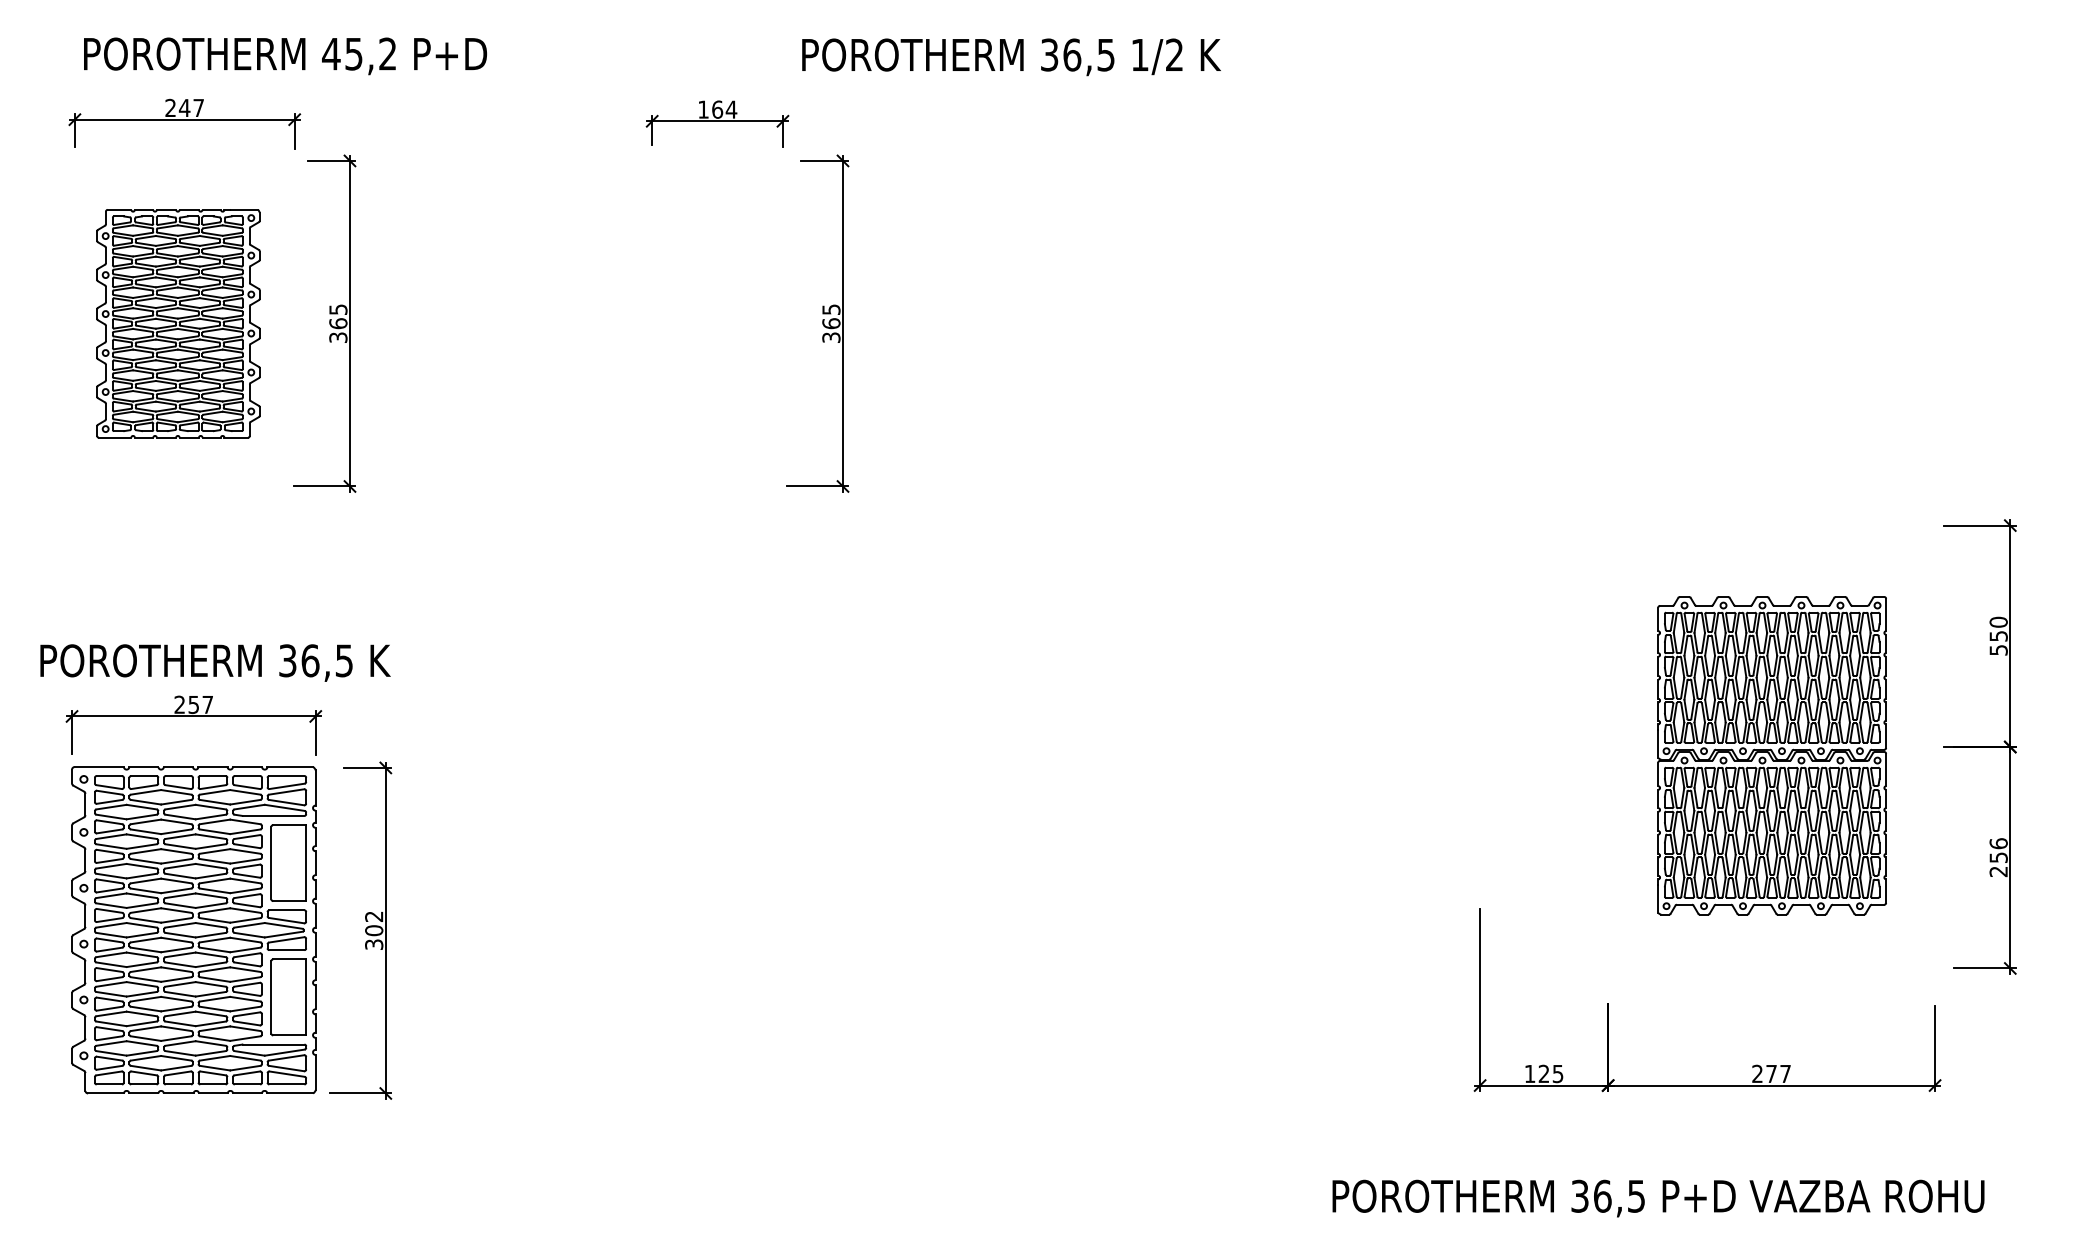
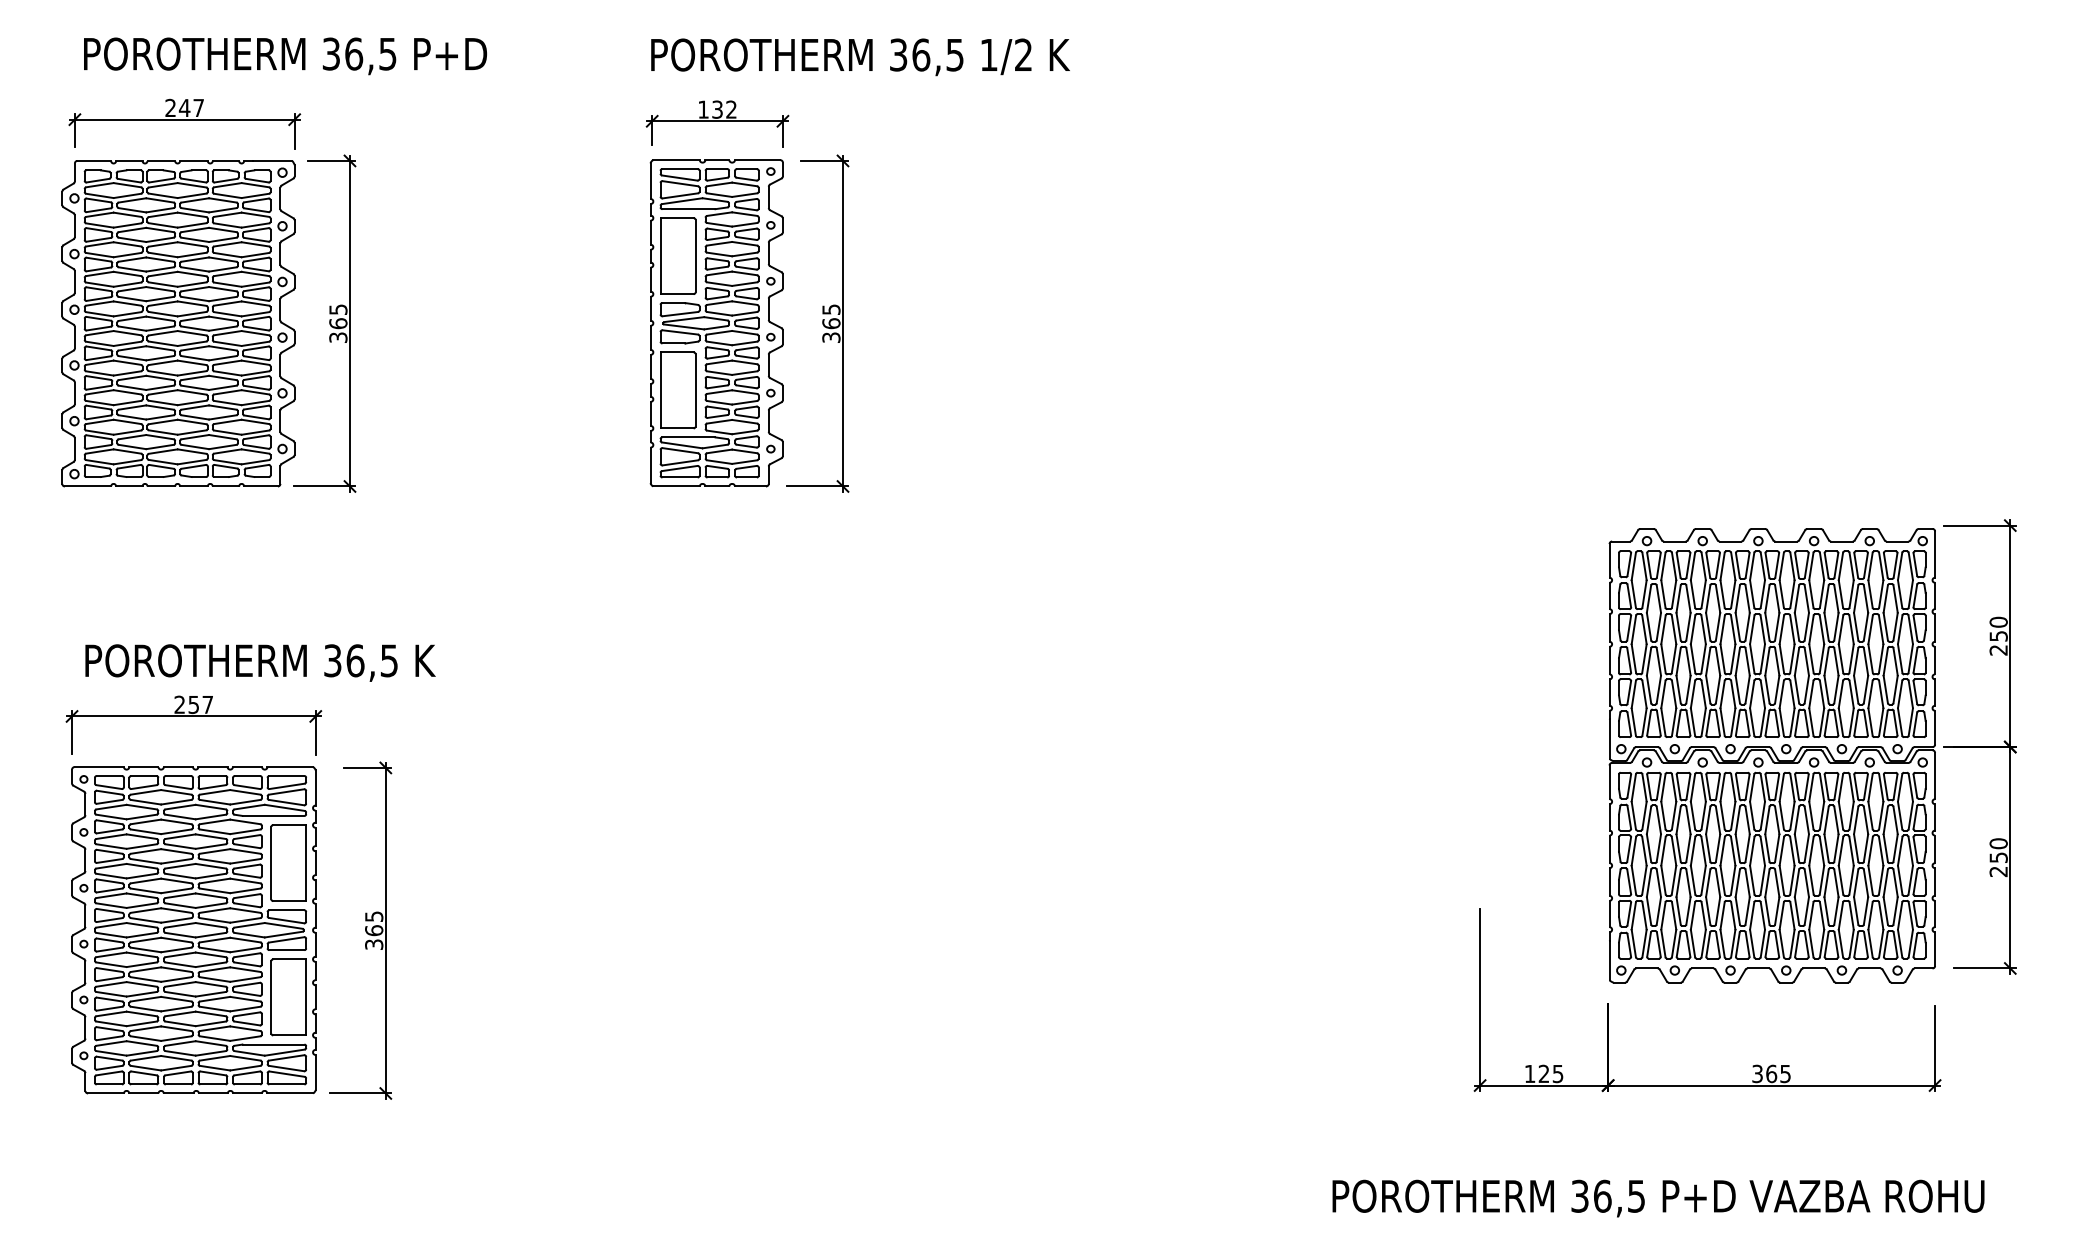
text at (359, 53): 45,2 -> 36,5
text at (1011, 57) position: (1011, 57) -> (860, 57)
text at (724, 109): 164 -> 132
part at (178, 323) size: 165x230 px -> 235x328 px
part at (716, 323): none -> present
text at (1998, 650): 550 -> 250
text at (215, 662) position: (215, 662) -> (260, 662)
part at (1771, 755) size: 230x320 px -> 328x456 px
text at (1998, 843): 256 -> 250
text at (374, 923): 302 -> 365
text at (1771, 1073): 277 -> 365
